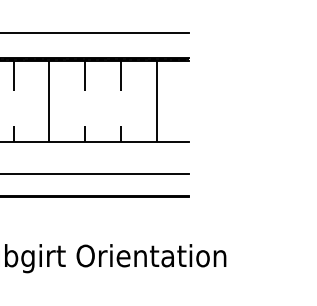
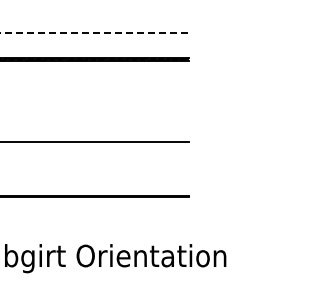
line at (94, 32): solid -> dashed
hatch at (84, 101): present -> none
line at (95, 174): present -> none
